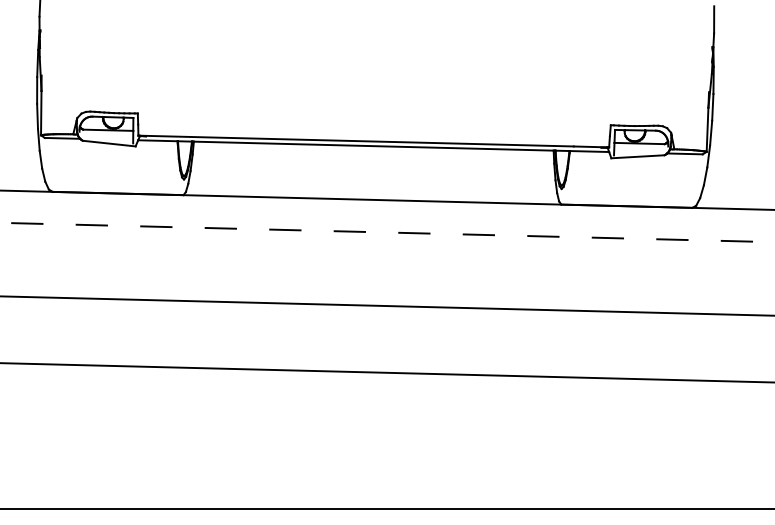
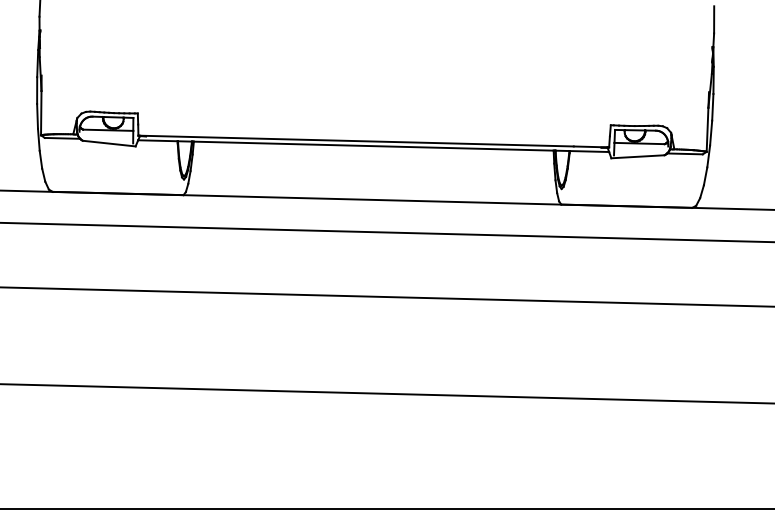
line at (387, 232): dashed -> solid
line at (386, 305) position: (386, 305) -> (386, 296)
line at (386, 372) position: (386, 372) -> (386, 393)
